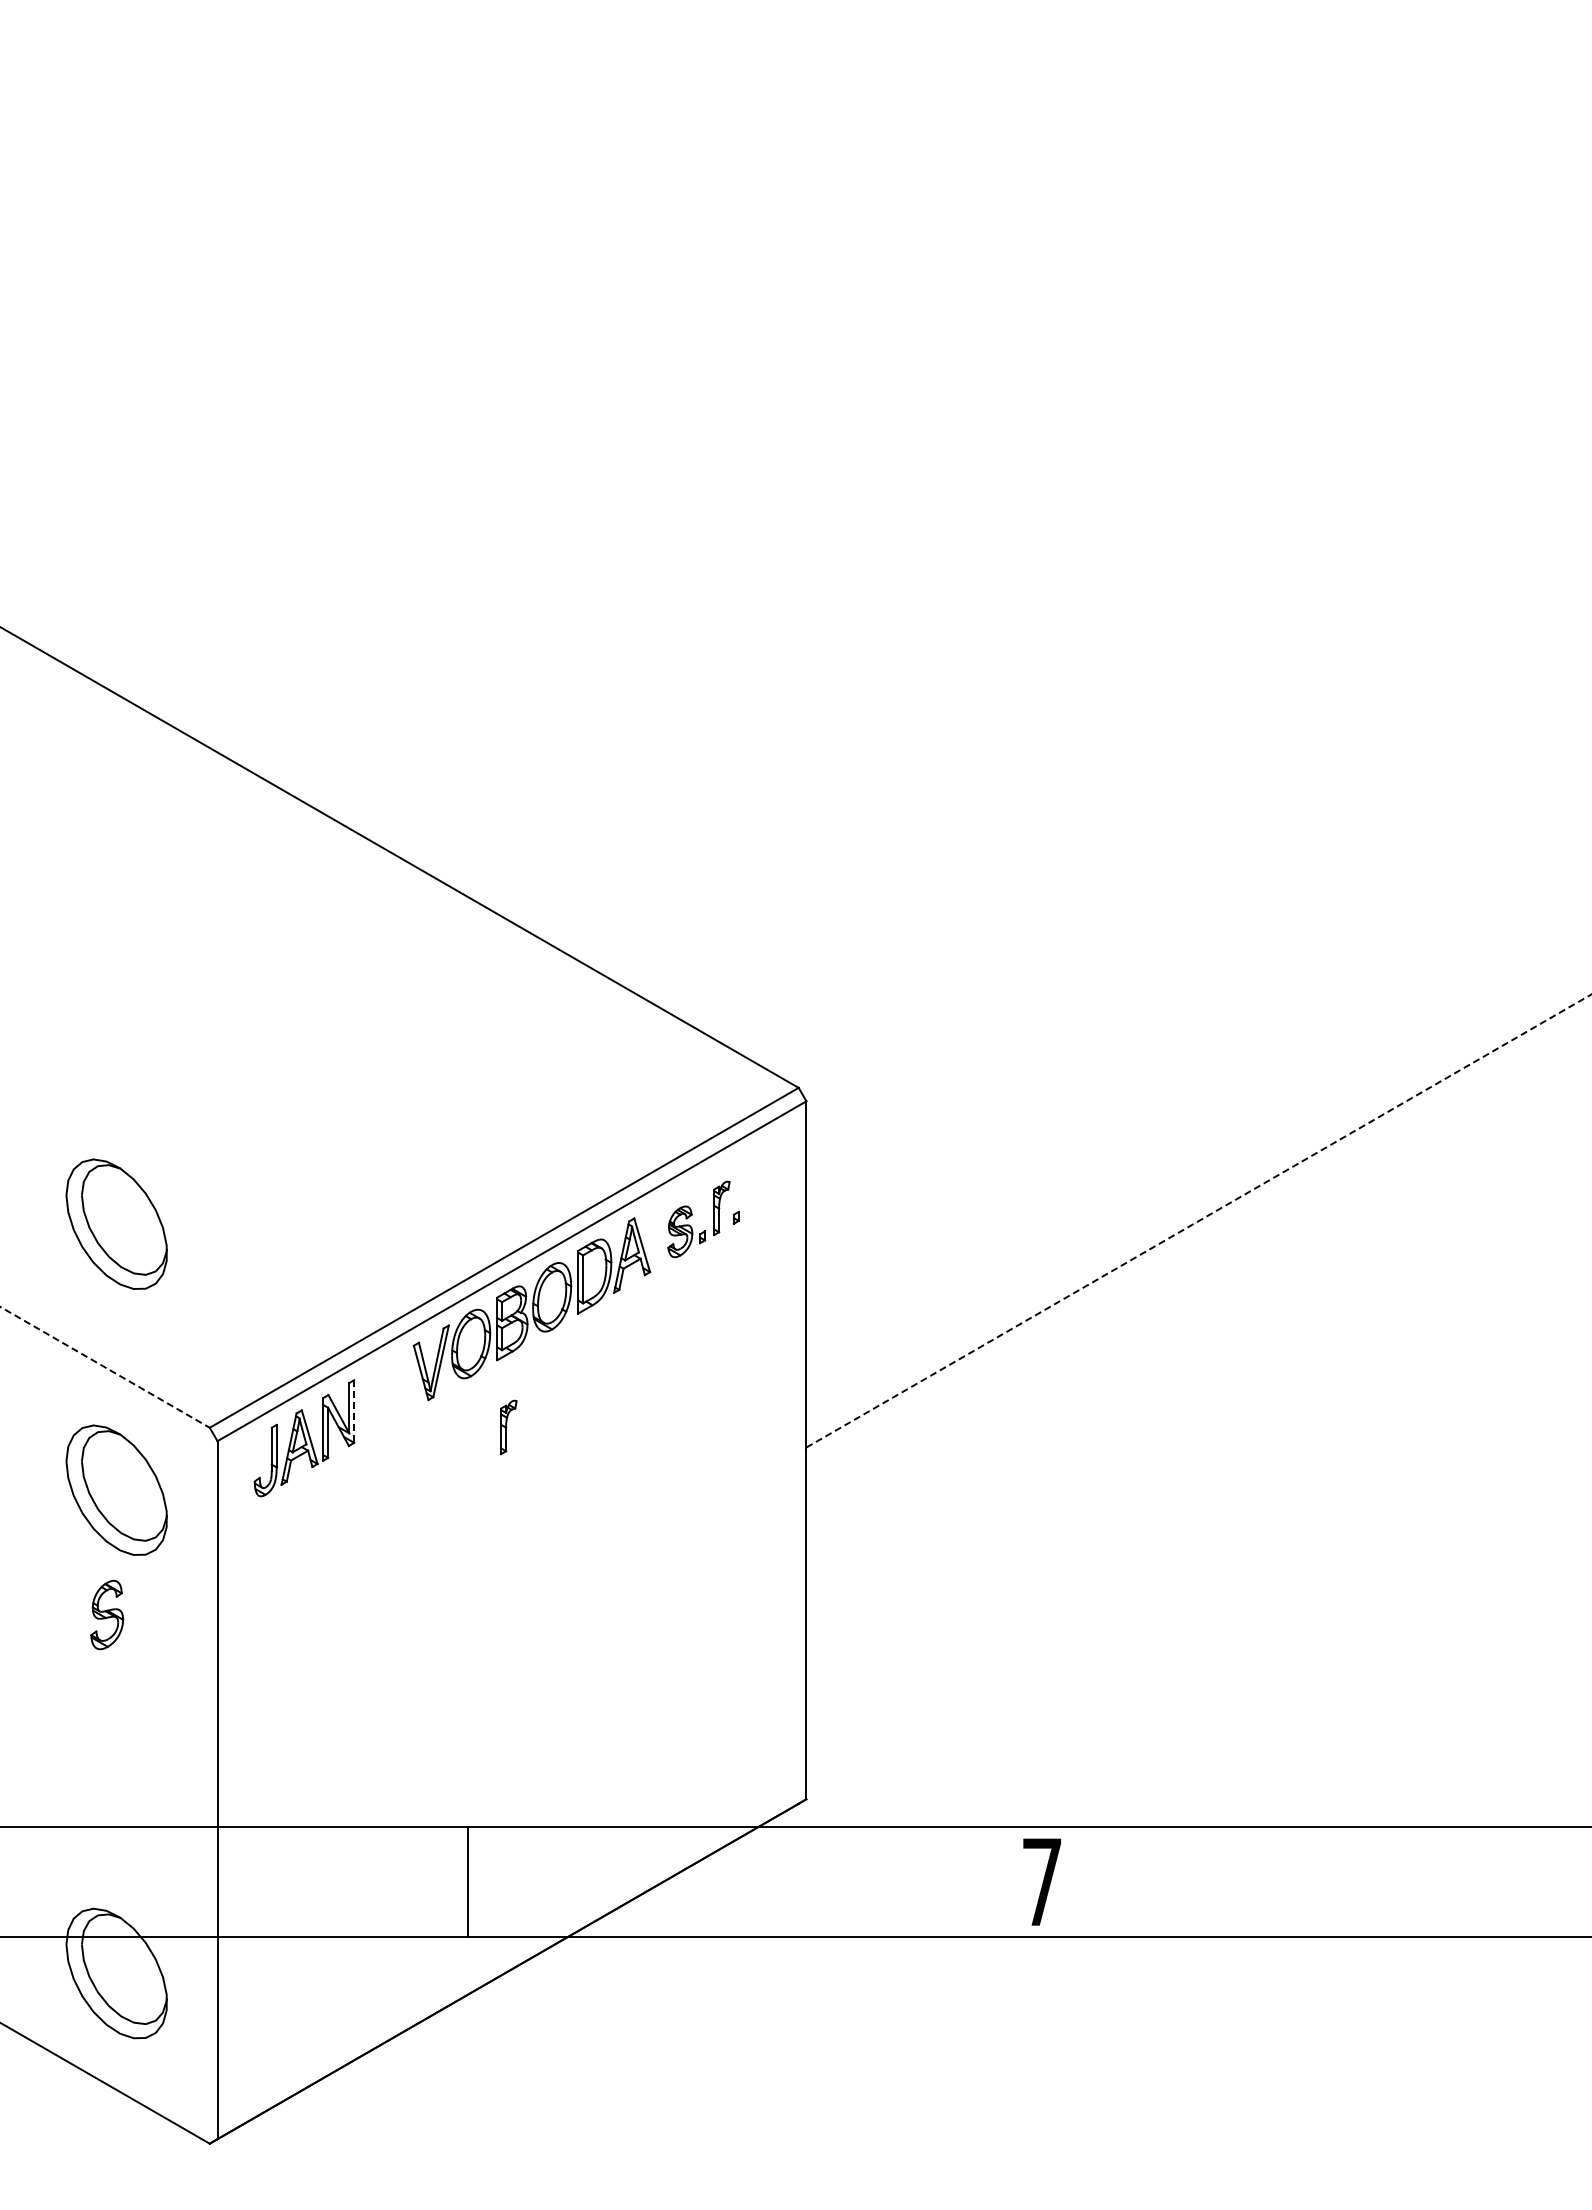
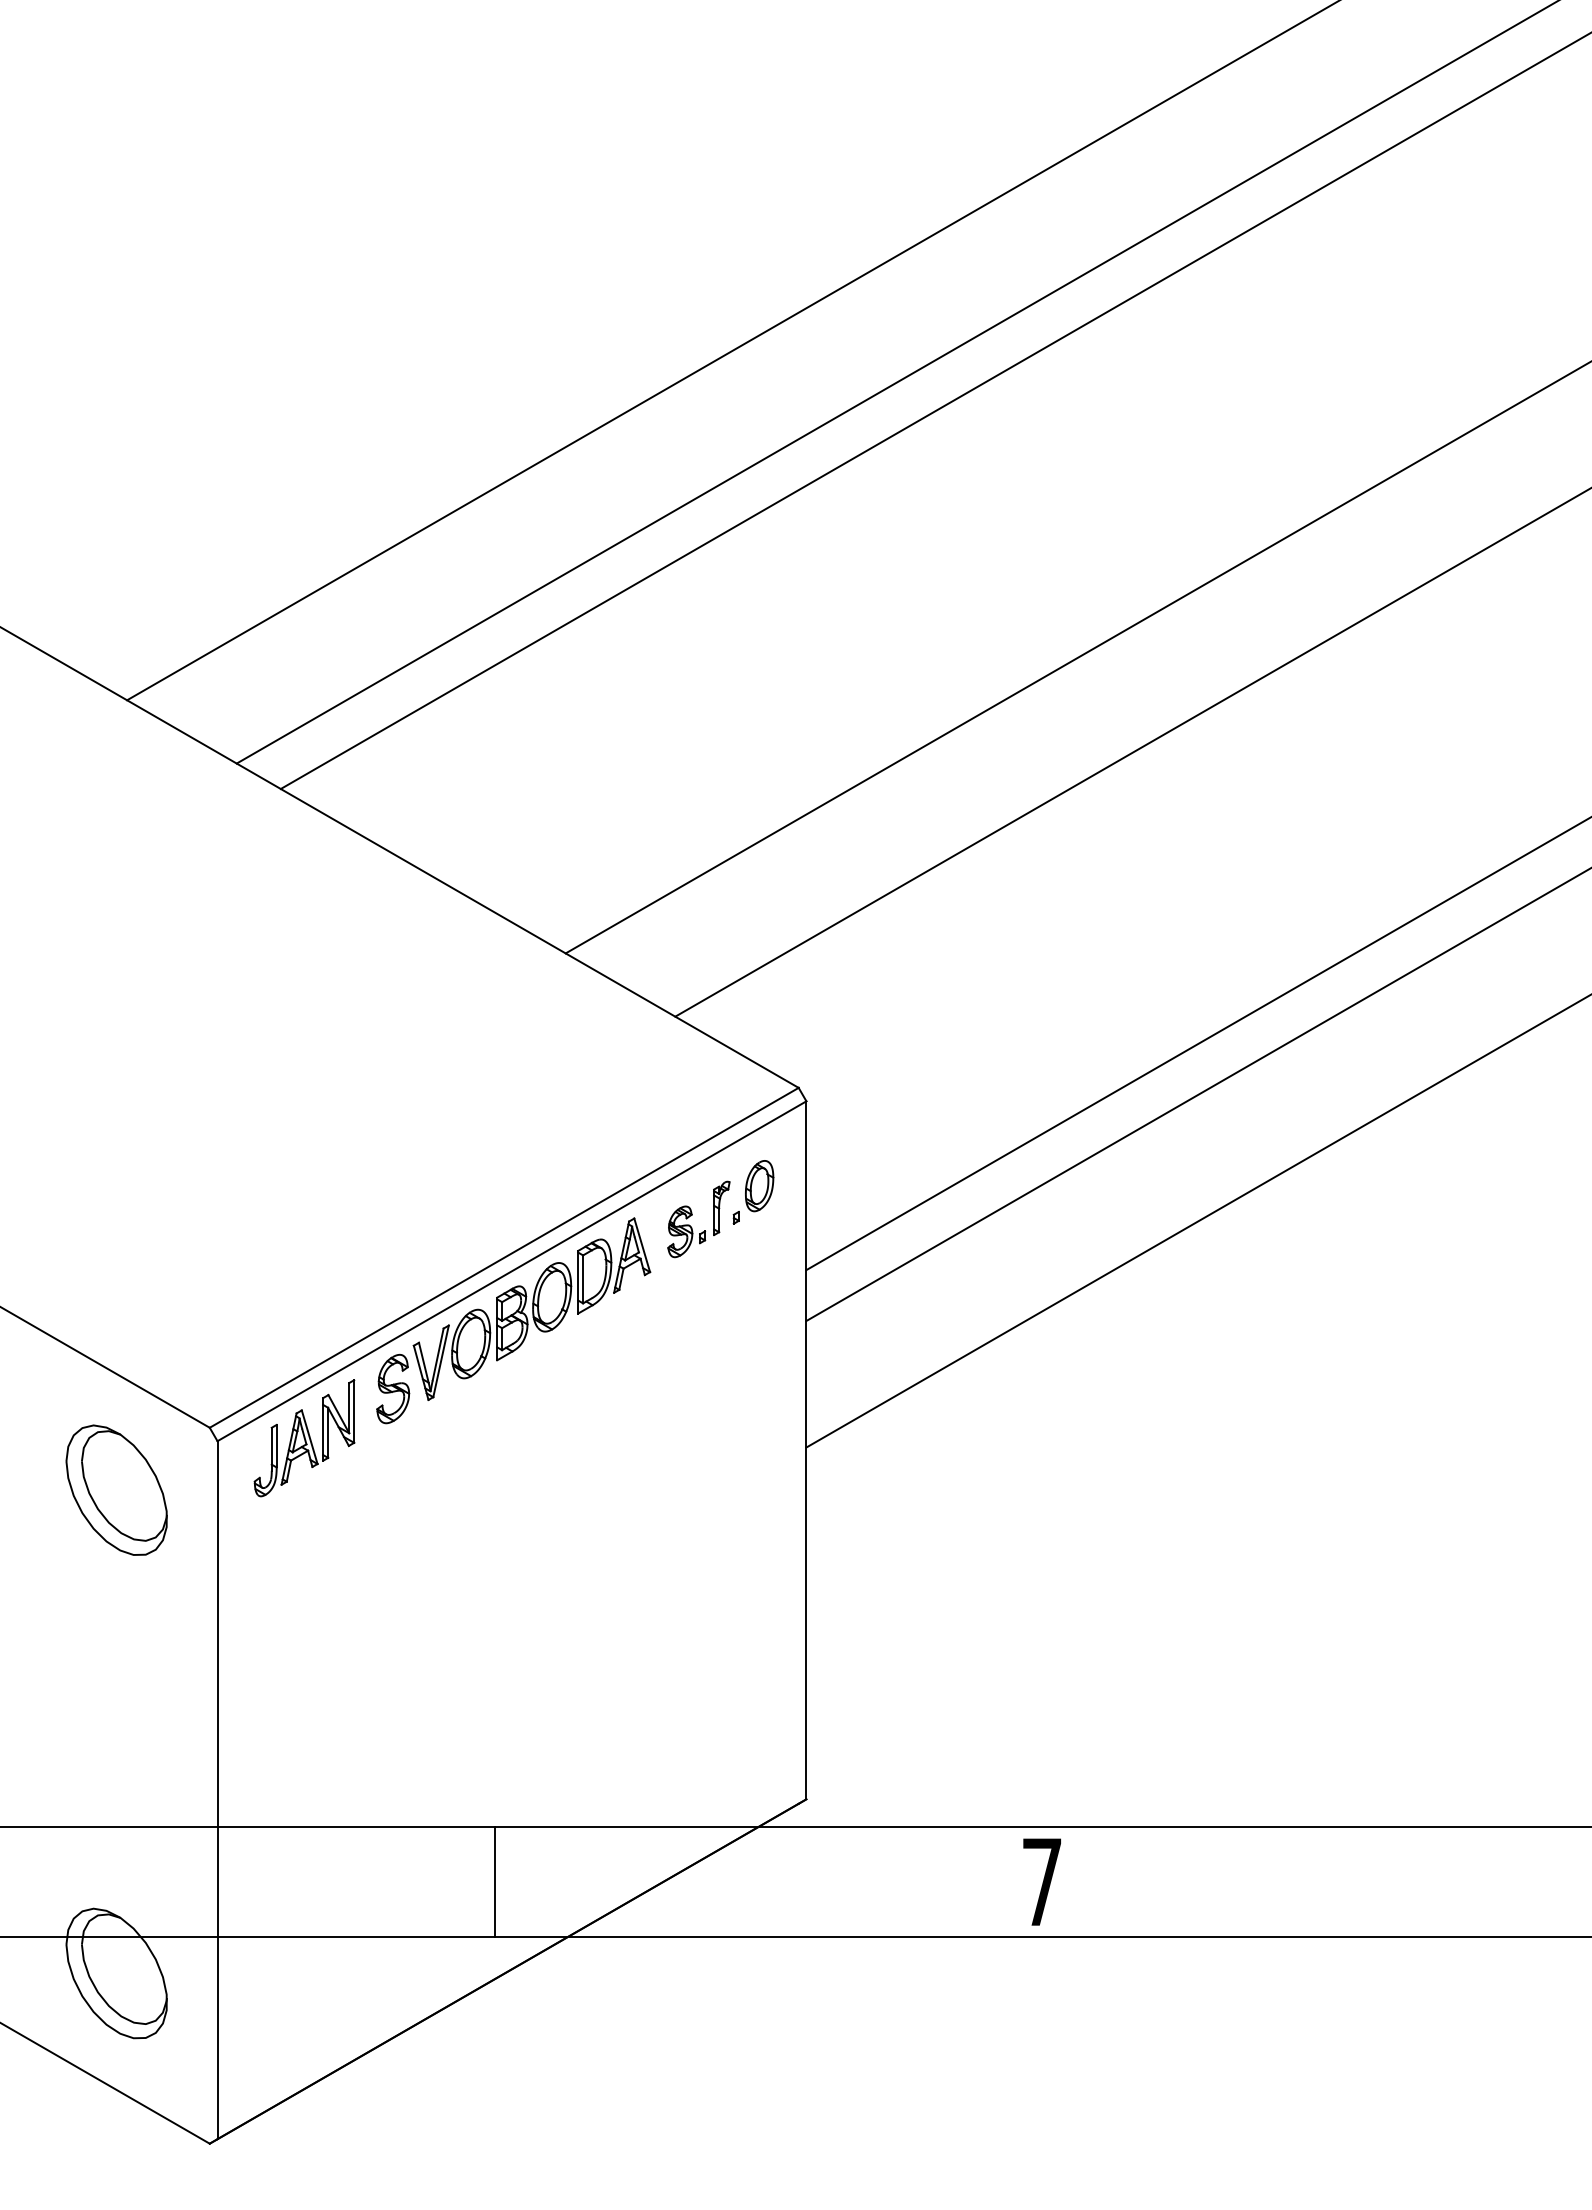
line at (731, 351): none -> present
line at (896, 382): none -> present
line at (934, 411): none -> present
line at (1076, 657): none -> present
line at (1131, 752): none -> present
line at (1197, 1044): none -> present
line at (1197, 1095): none -> present
part at (759, 1186): none -> present
line at (1199, 1220): dashed -> solid
part at (116, 1223): present -> none
line at (105, 1367): dashed -> solid
line at (354, 1412): dashed -> solid
part at (508, 1426): present -> none
part at (107, 1614) position: (107, 1614) -> (393, 1388)
line at (468, 1881) position: (468, 1881) -> (495, 1881)
